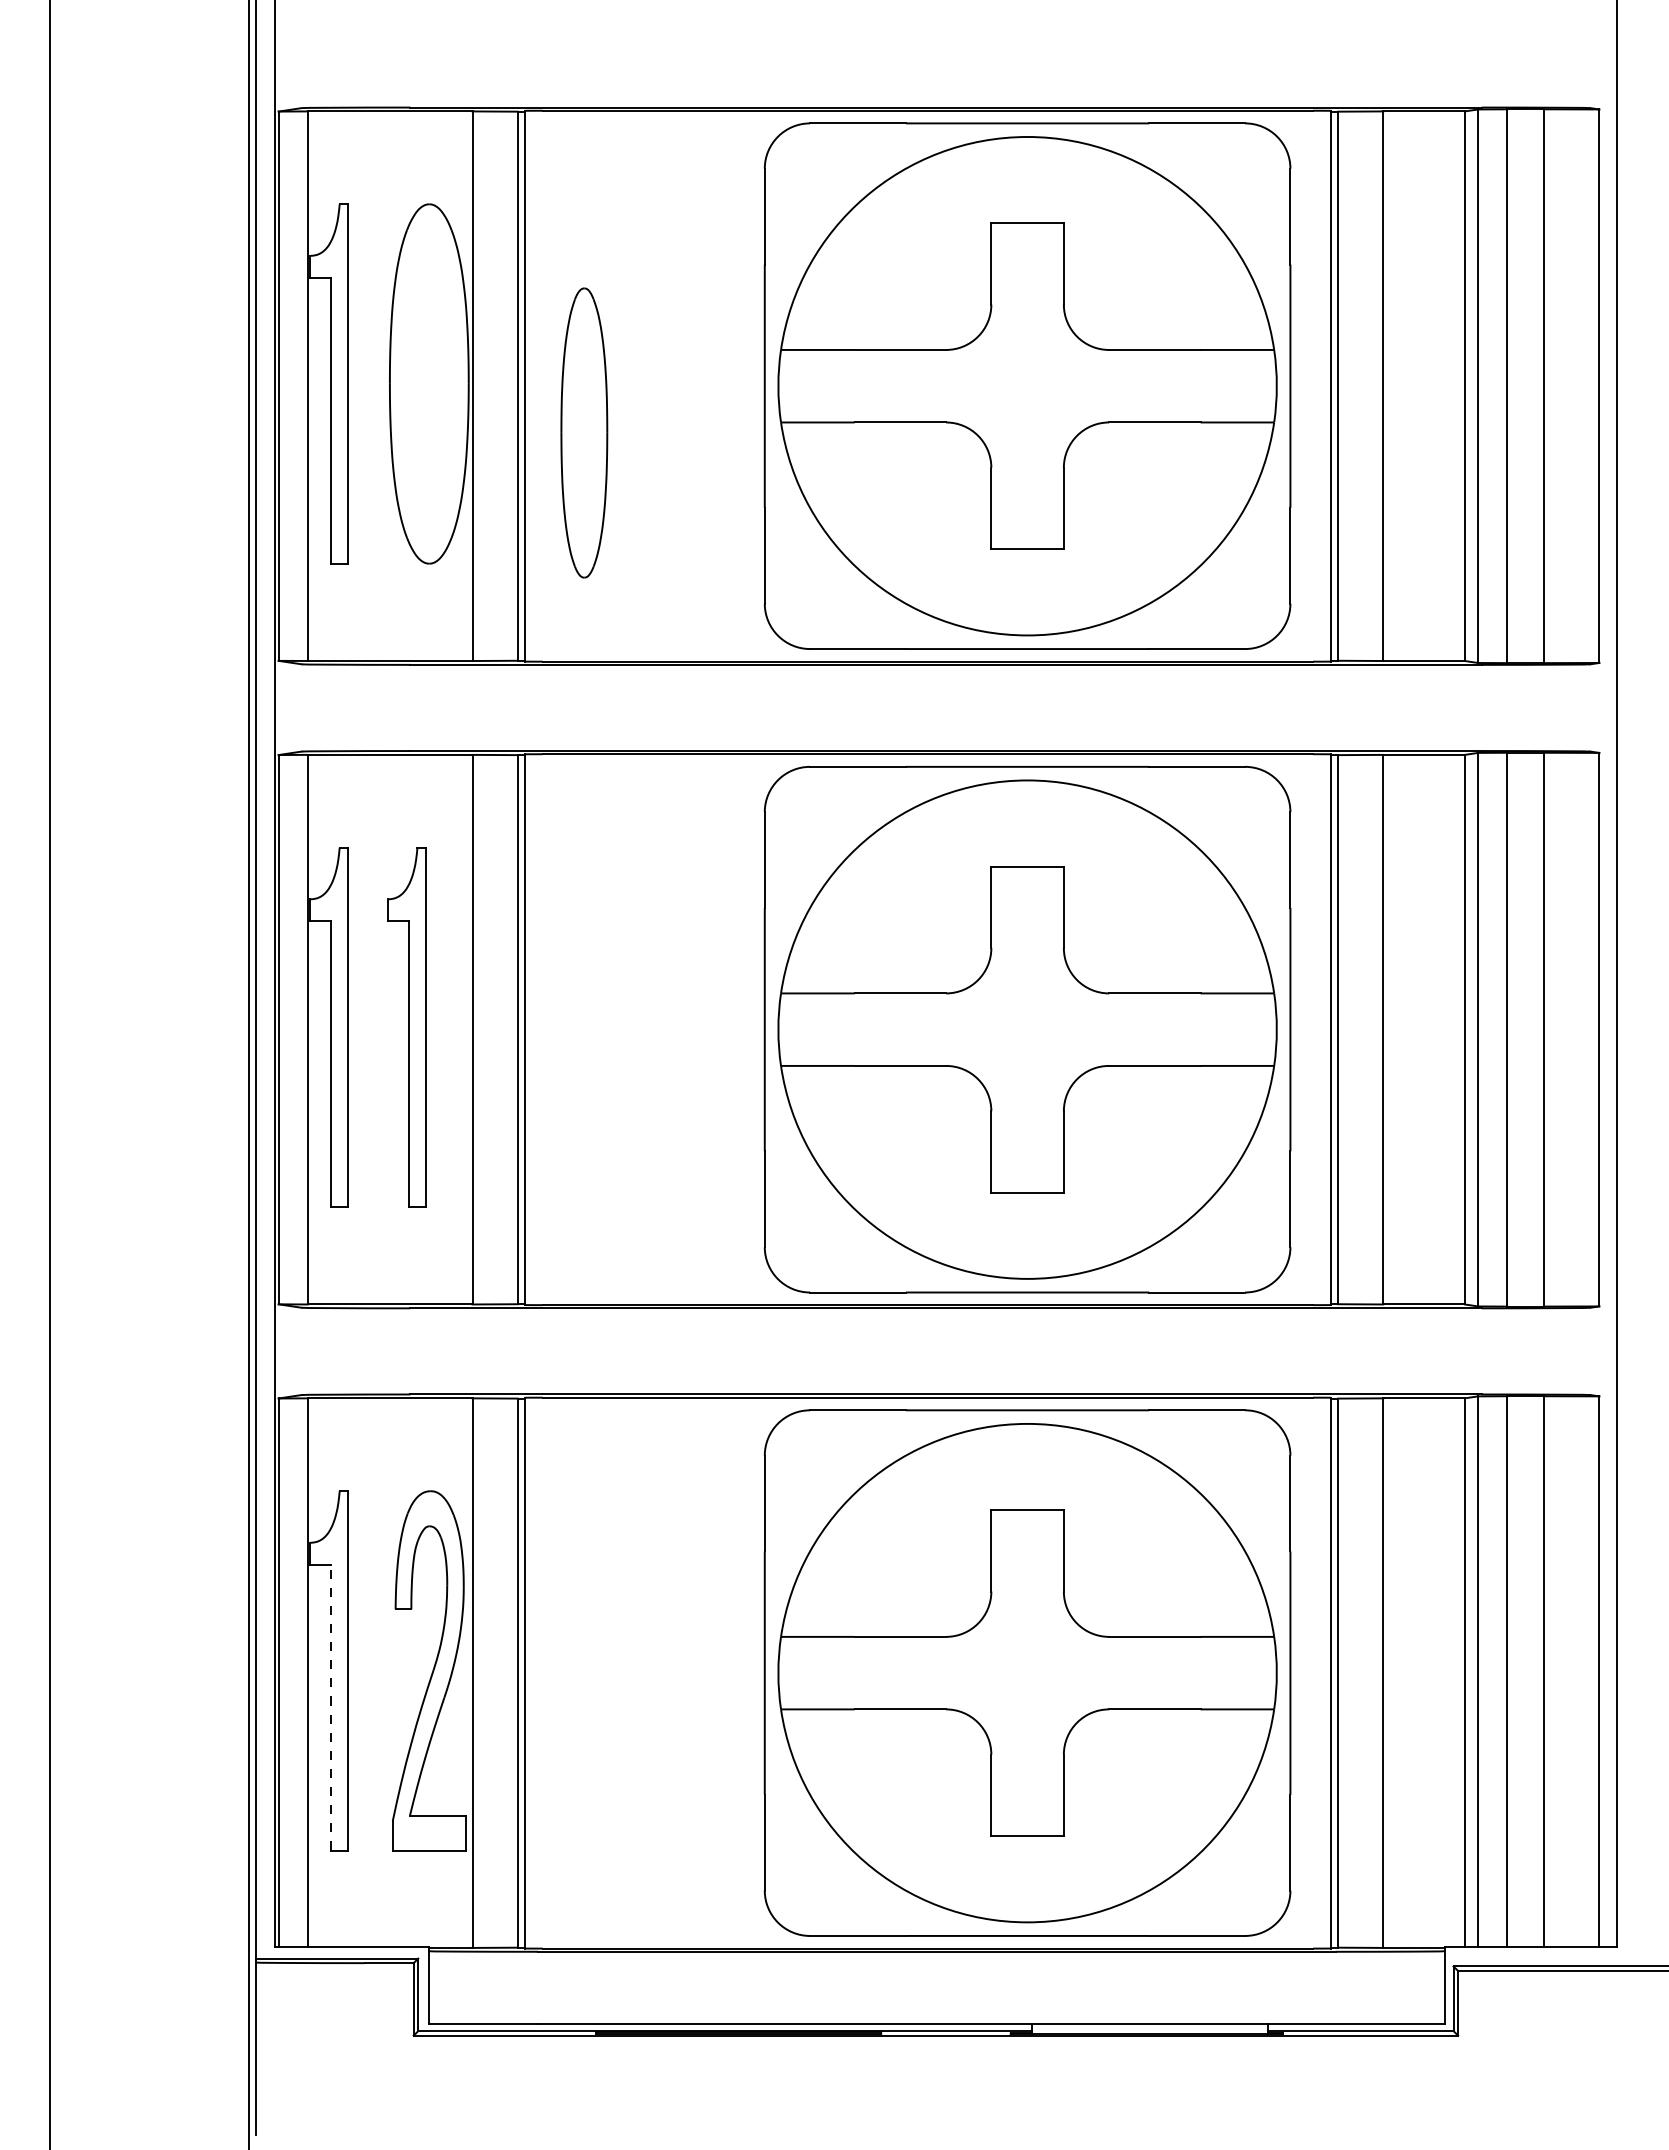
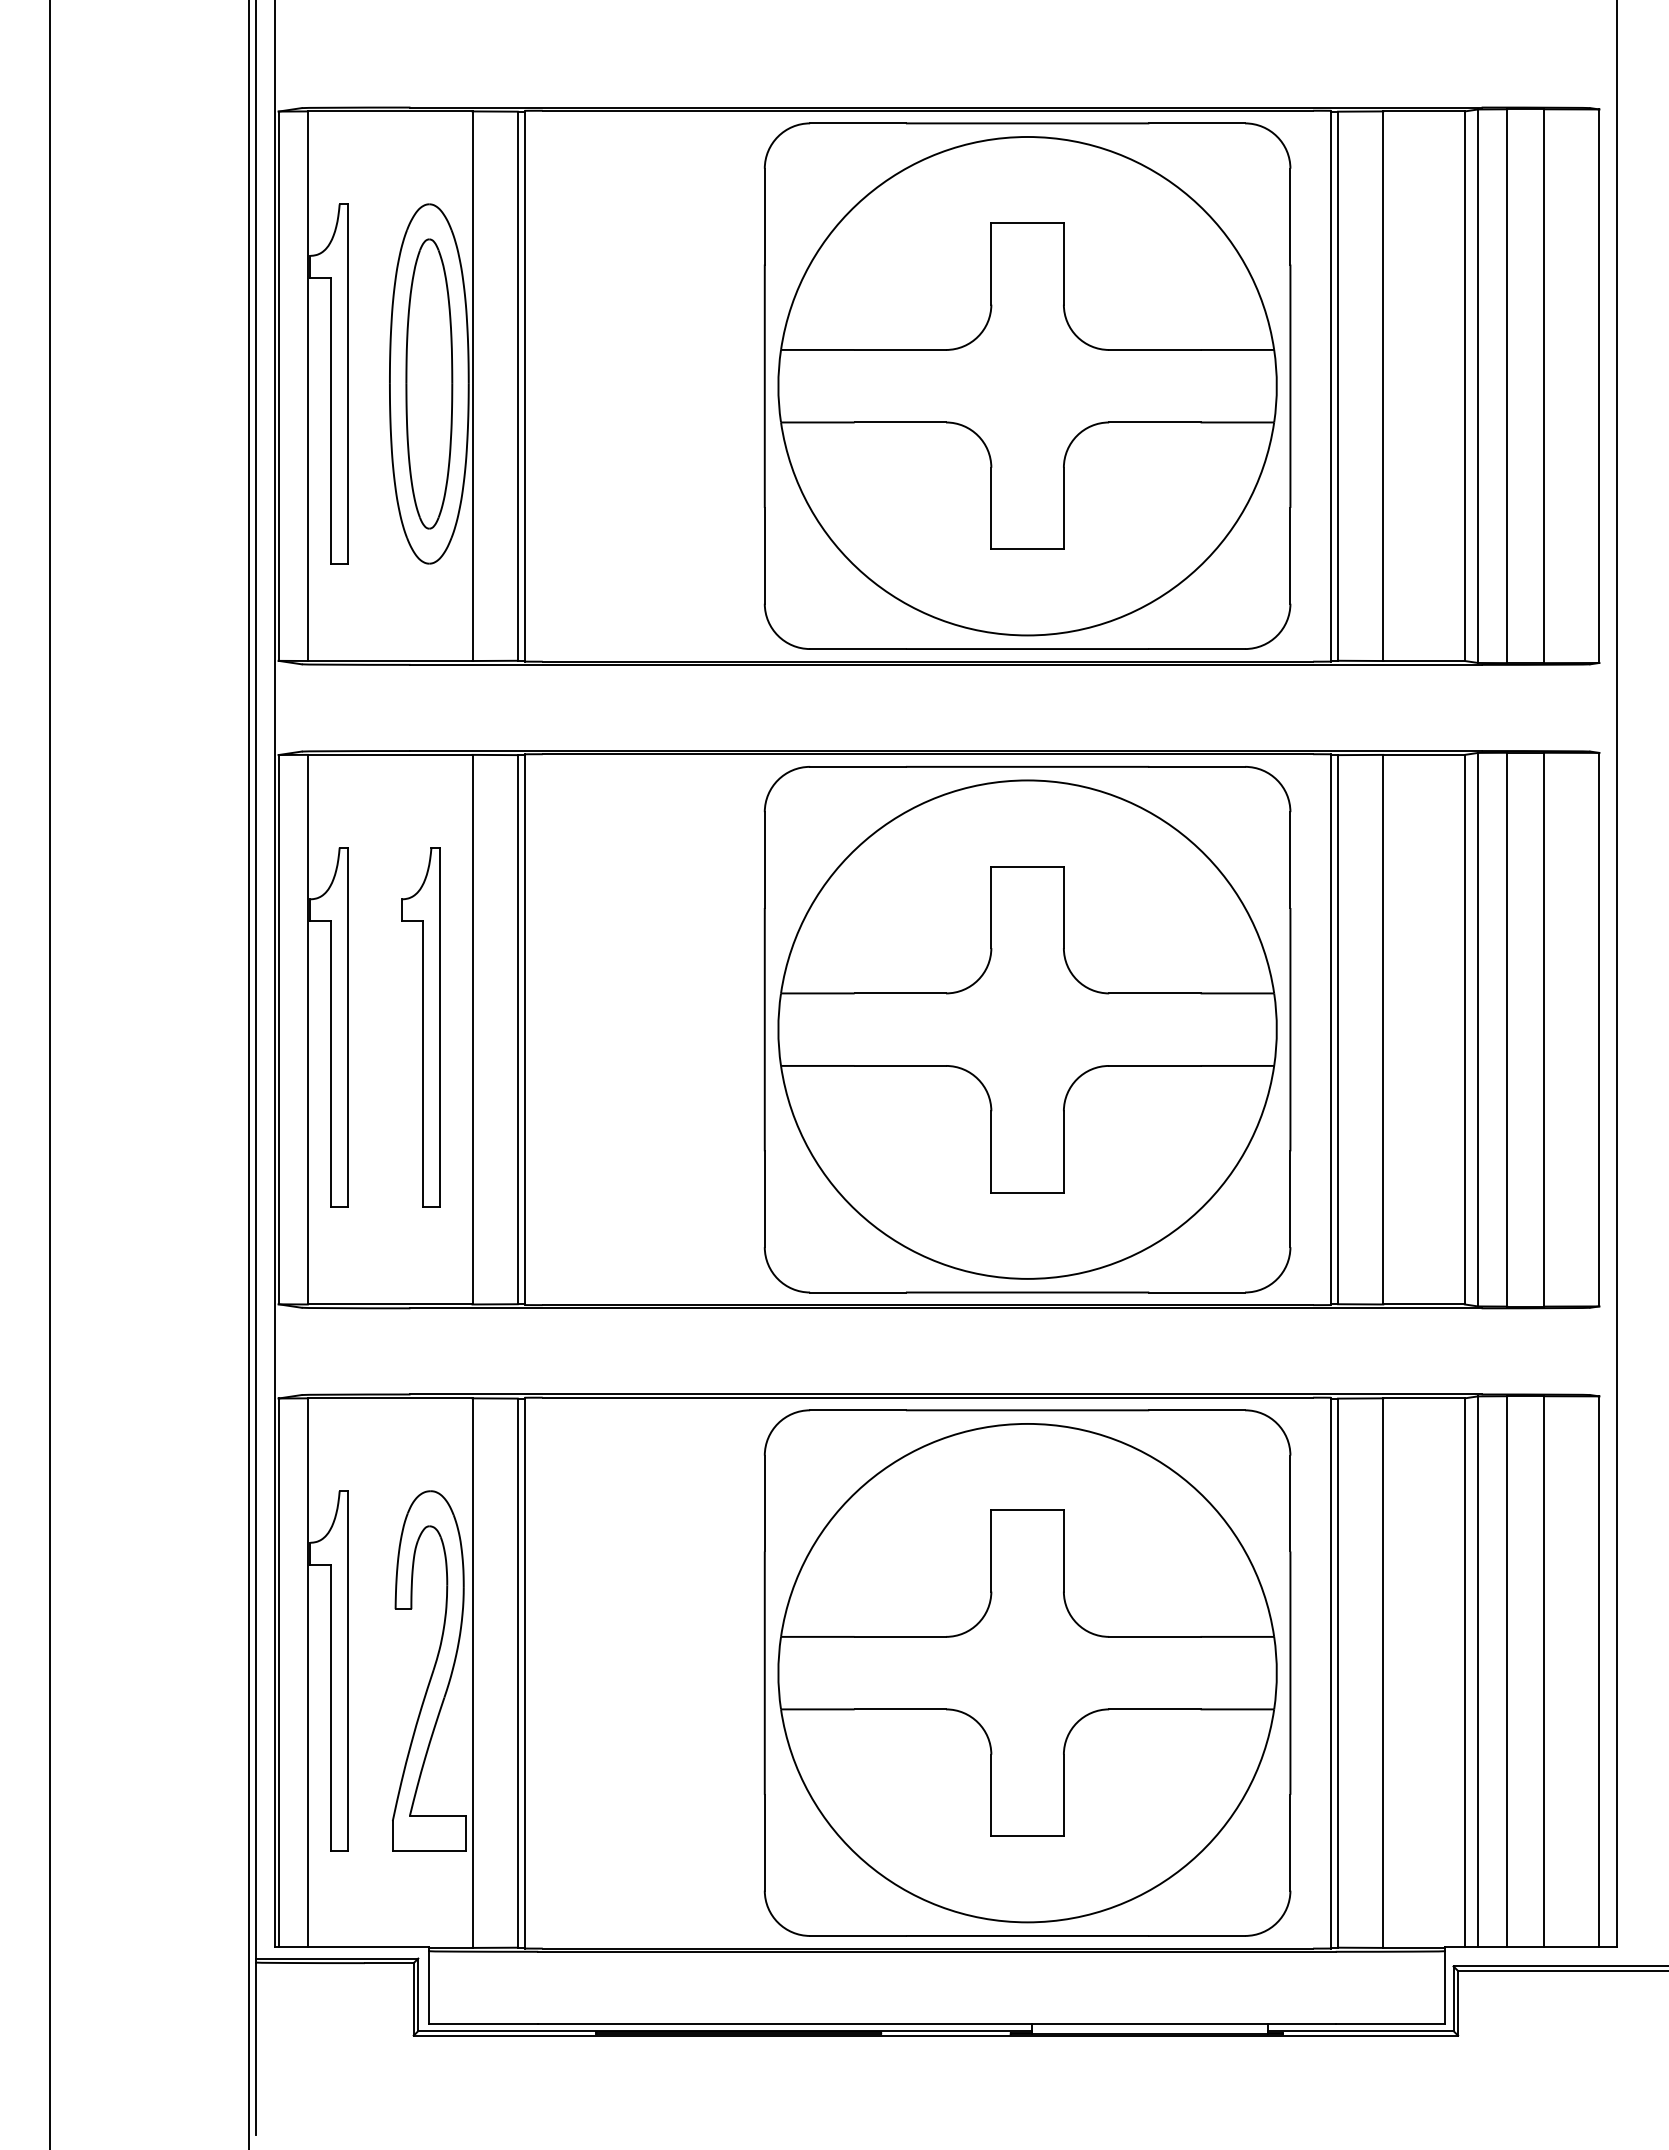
part at (584, 432) position: (584, 432) -> (429, 383)
part at (406, 1027) position: (406, 1027) -> (420, 1027)
line at (331, 1707): dashed -> solid
